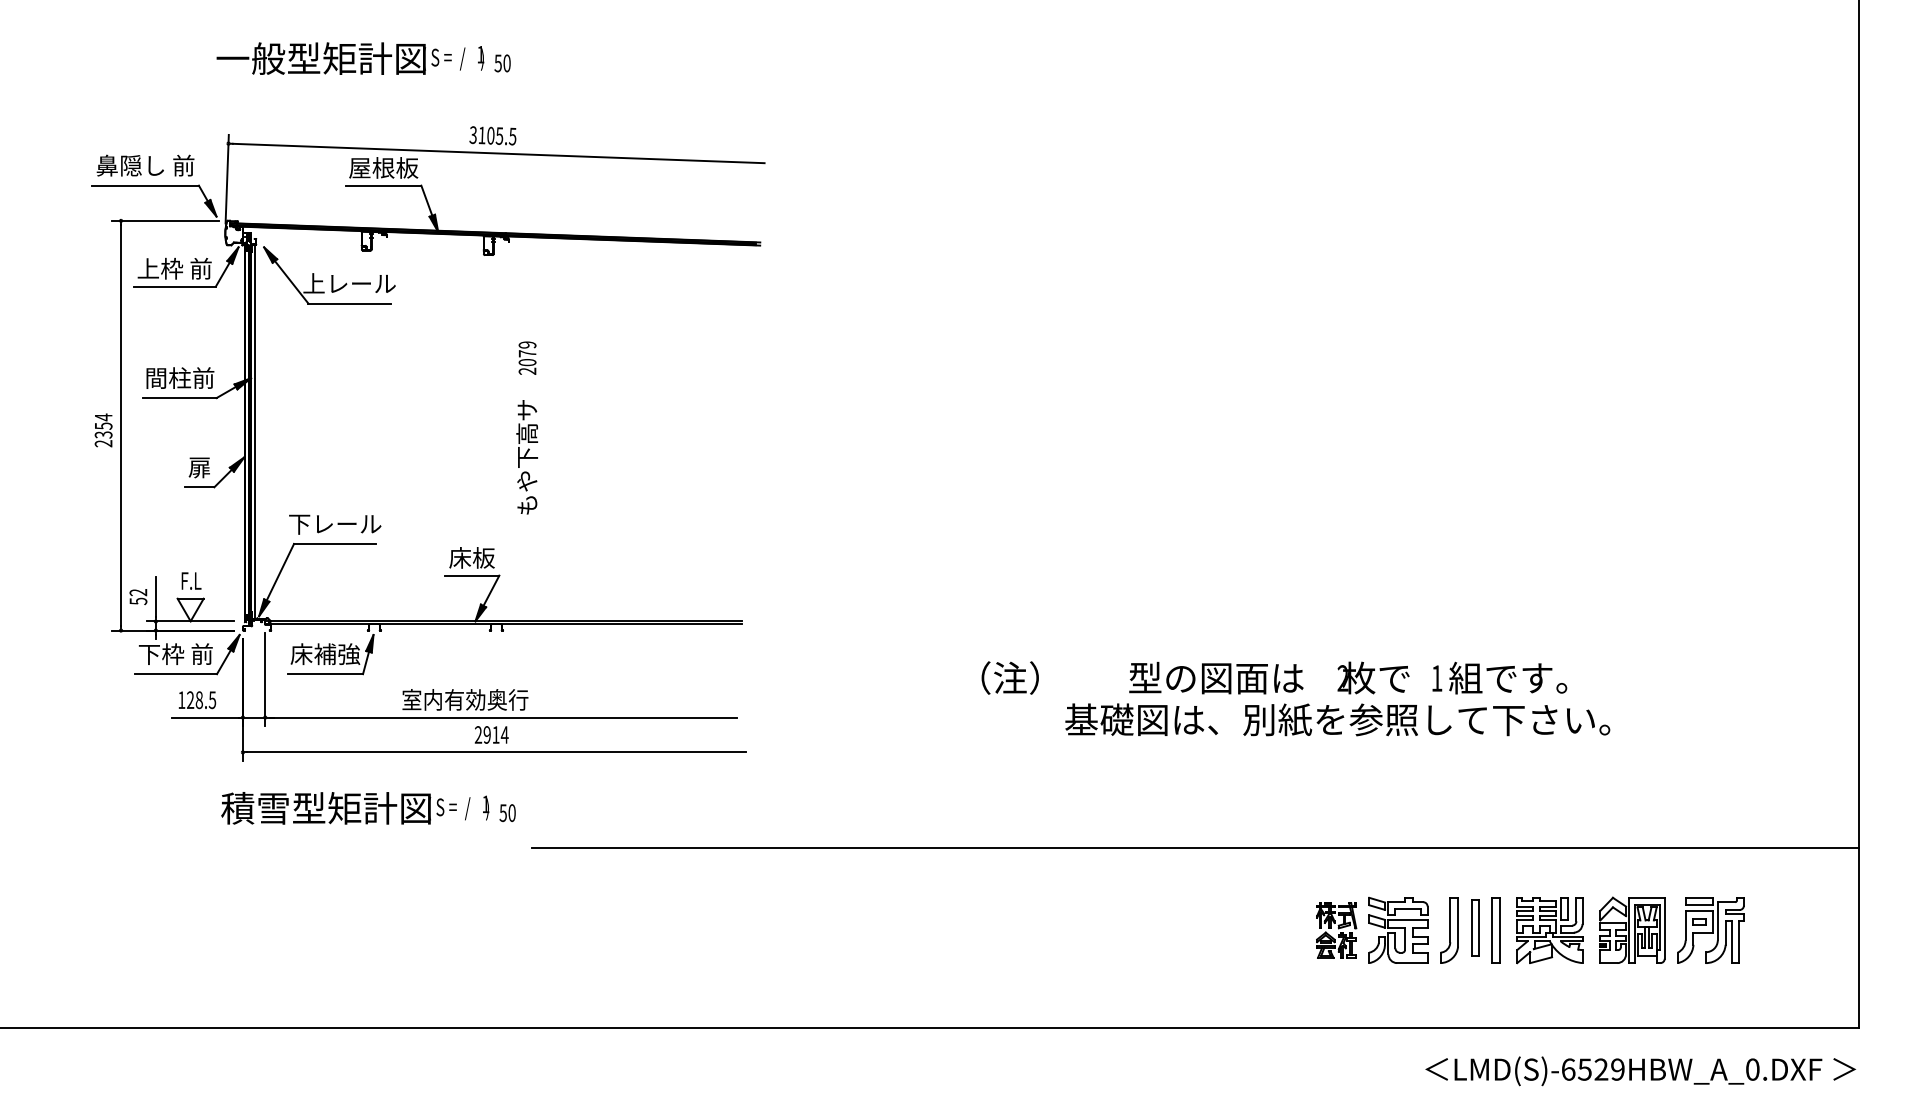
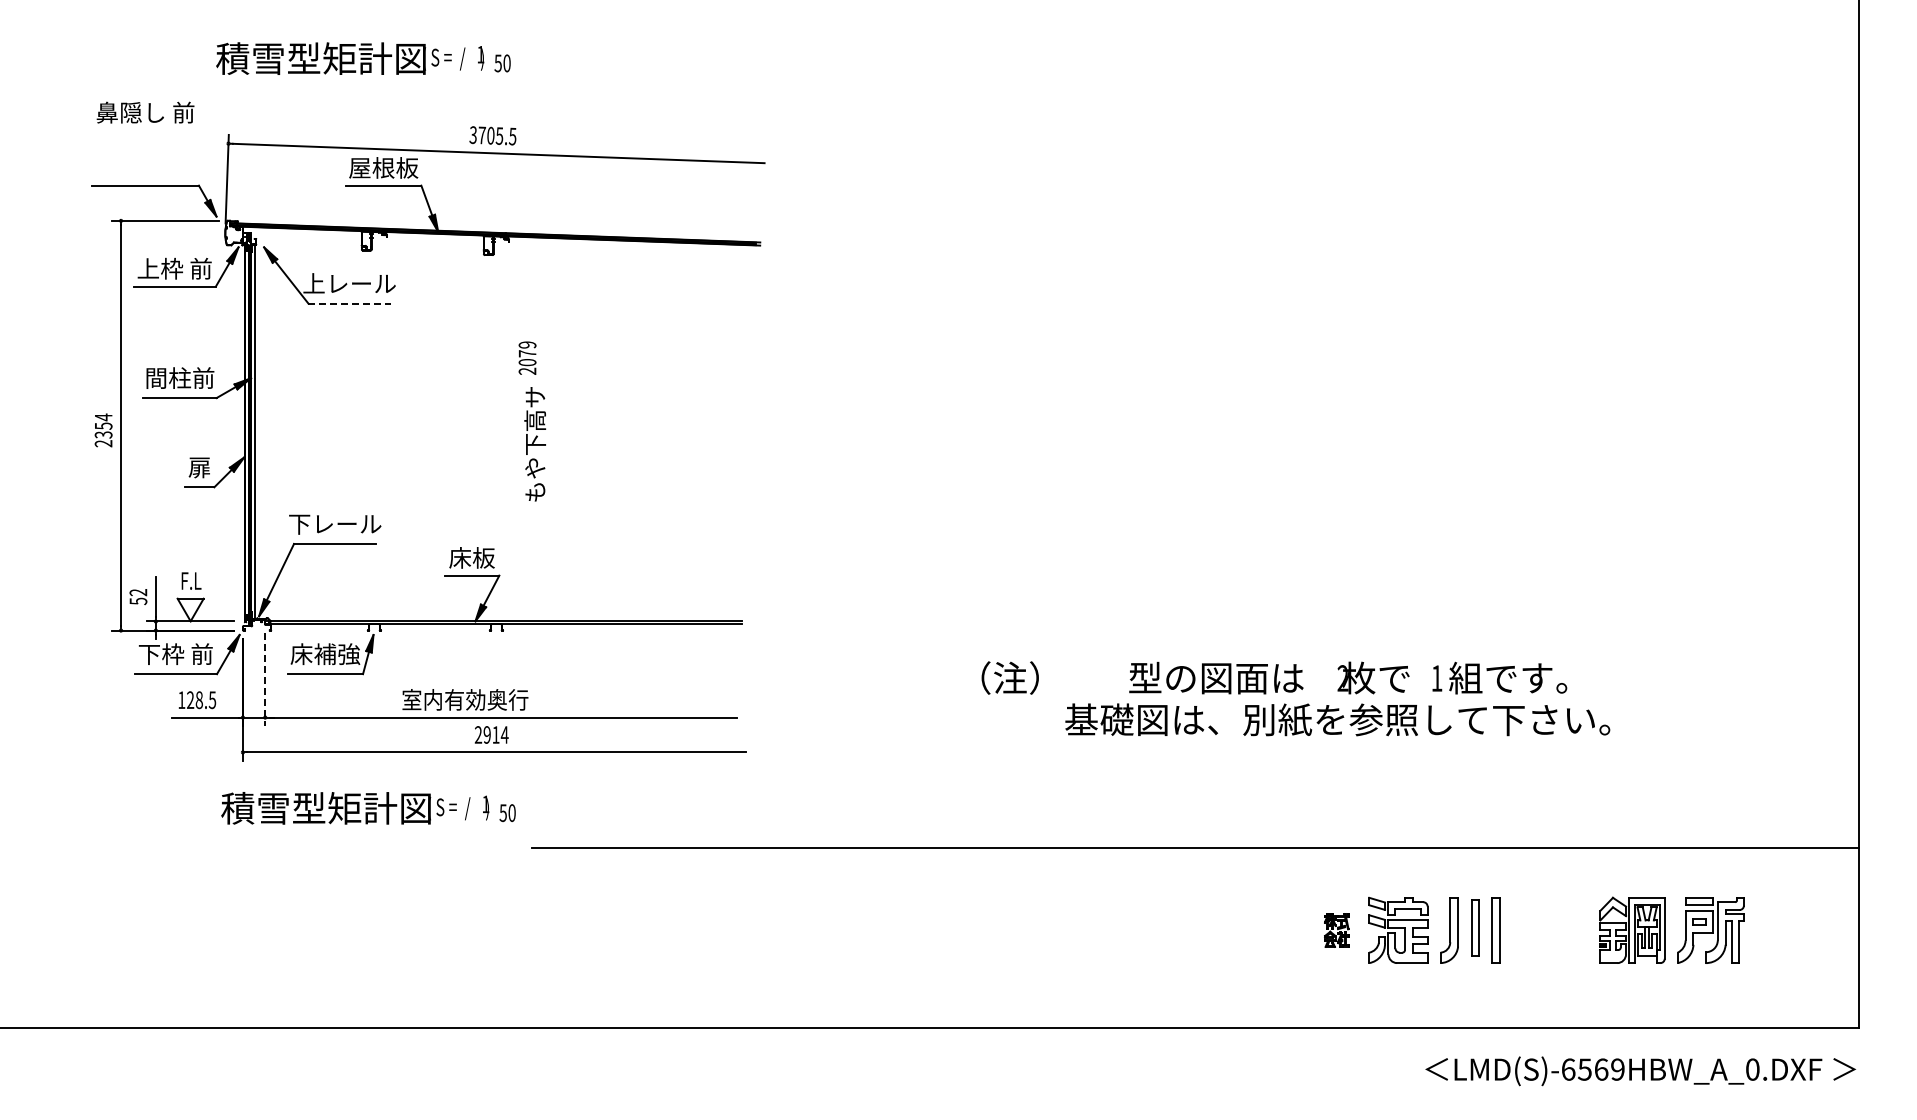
text at (250, 58): 一般型矩計図 -> 積雪型矩計図
text at (482, 135): 3105.5 -> 3705.5
text at (145, 165) position: (145, 165) -> (145, 112)
line at (350, 303): solid -> dashed
text at (527, 457) position: (527, 457) -> (535, 444)
line at (265, 679): solid -> dashed
part at (1336, 930) size: 42x57 px -> 26x35 px
part at (1549, 930): present -> none
text at (1601, 1069): LMD(S)-6529HBW_A_0.DXF -> LMD(S)-6569HBW_A_0.DXF
